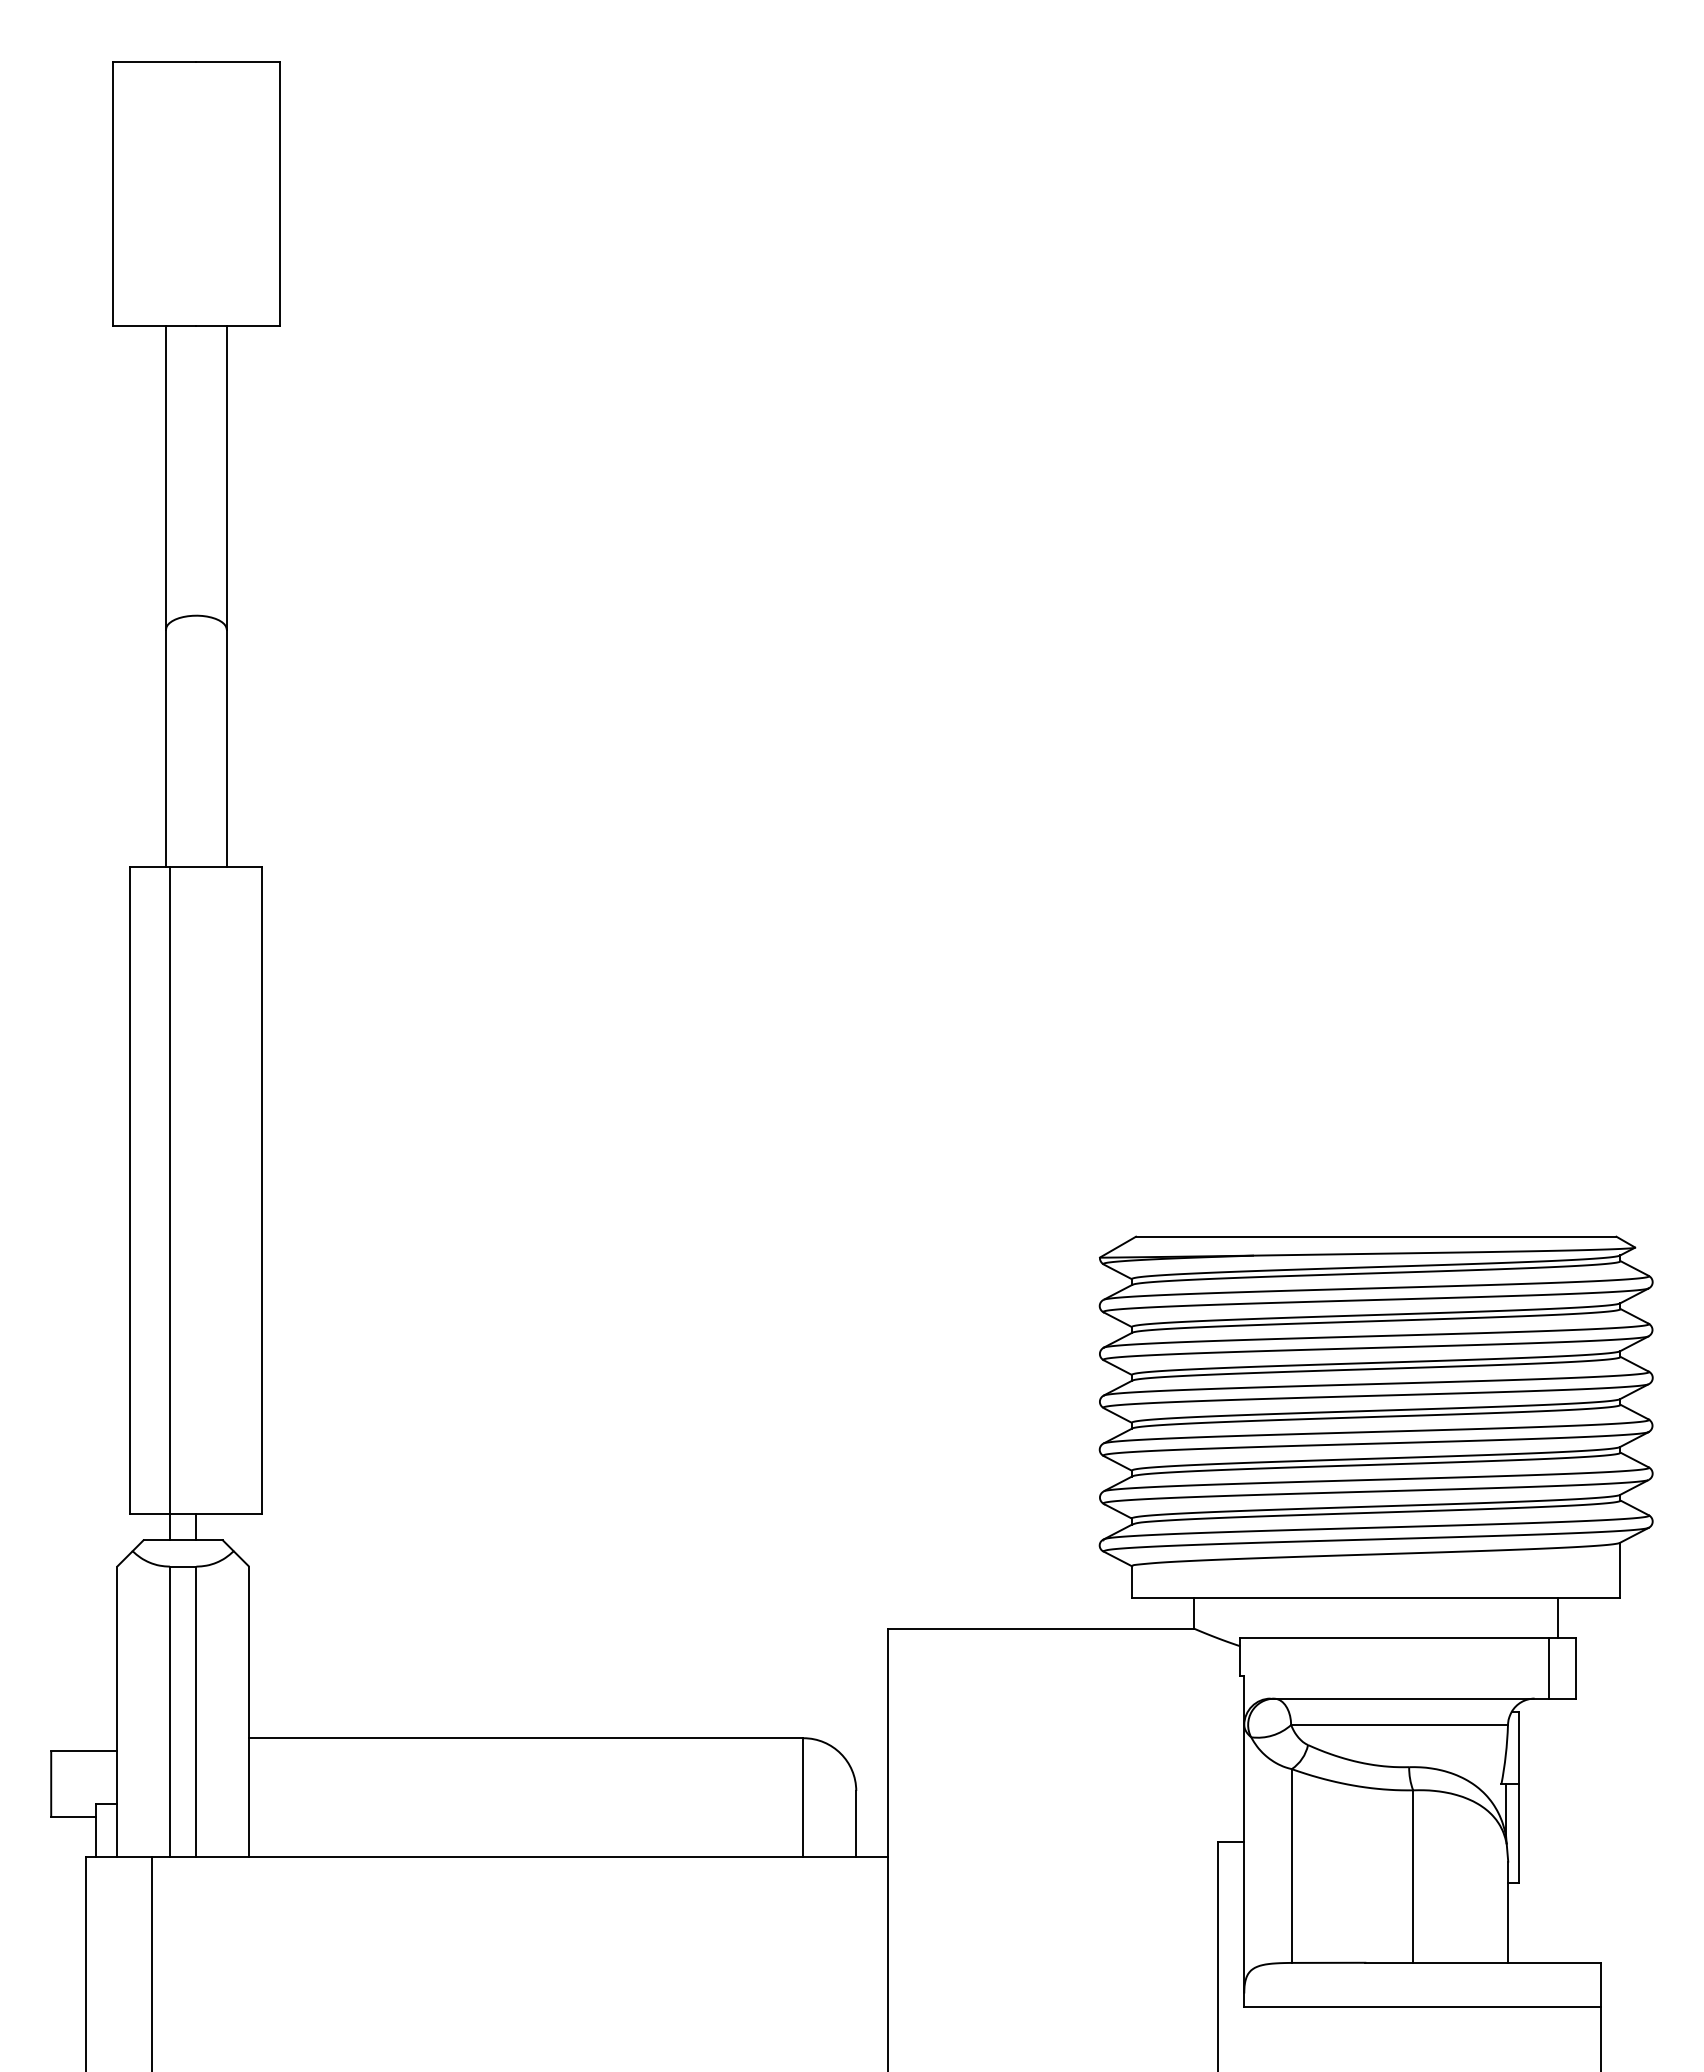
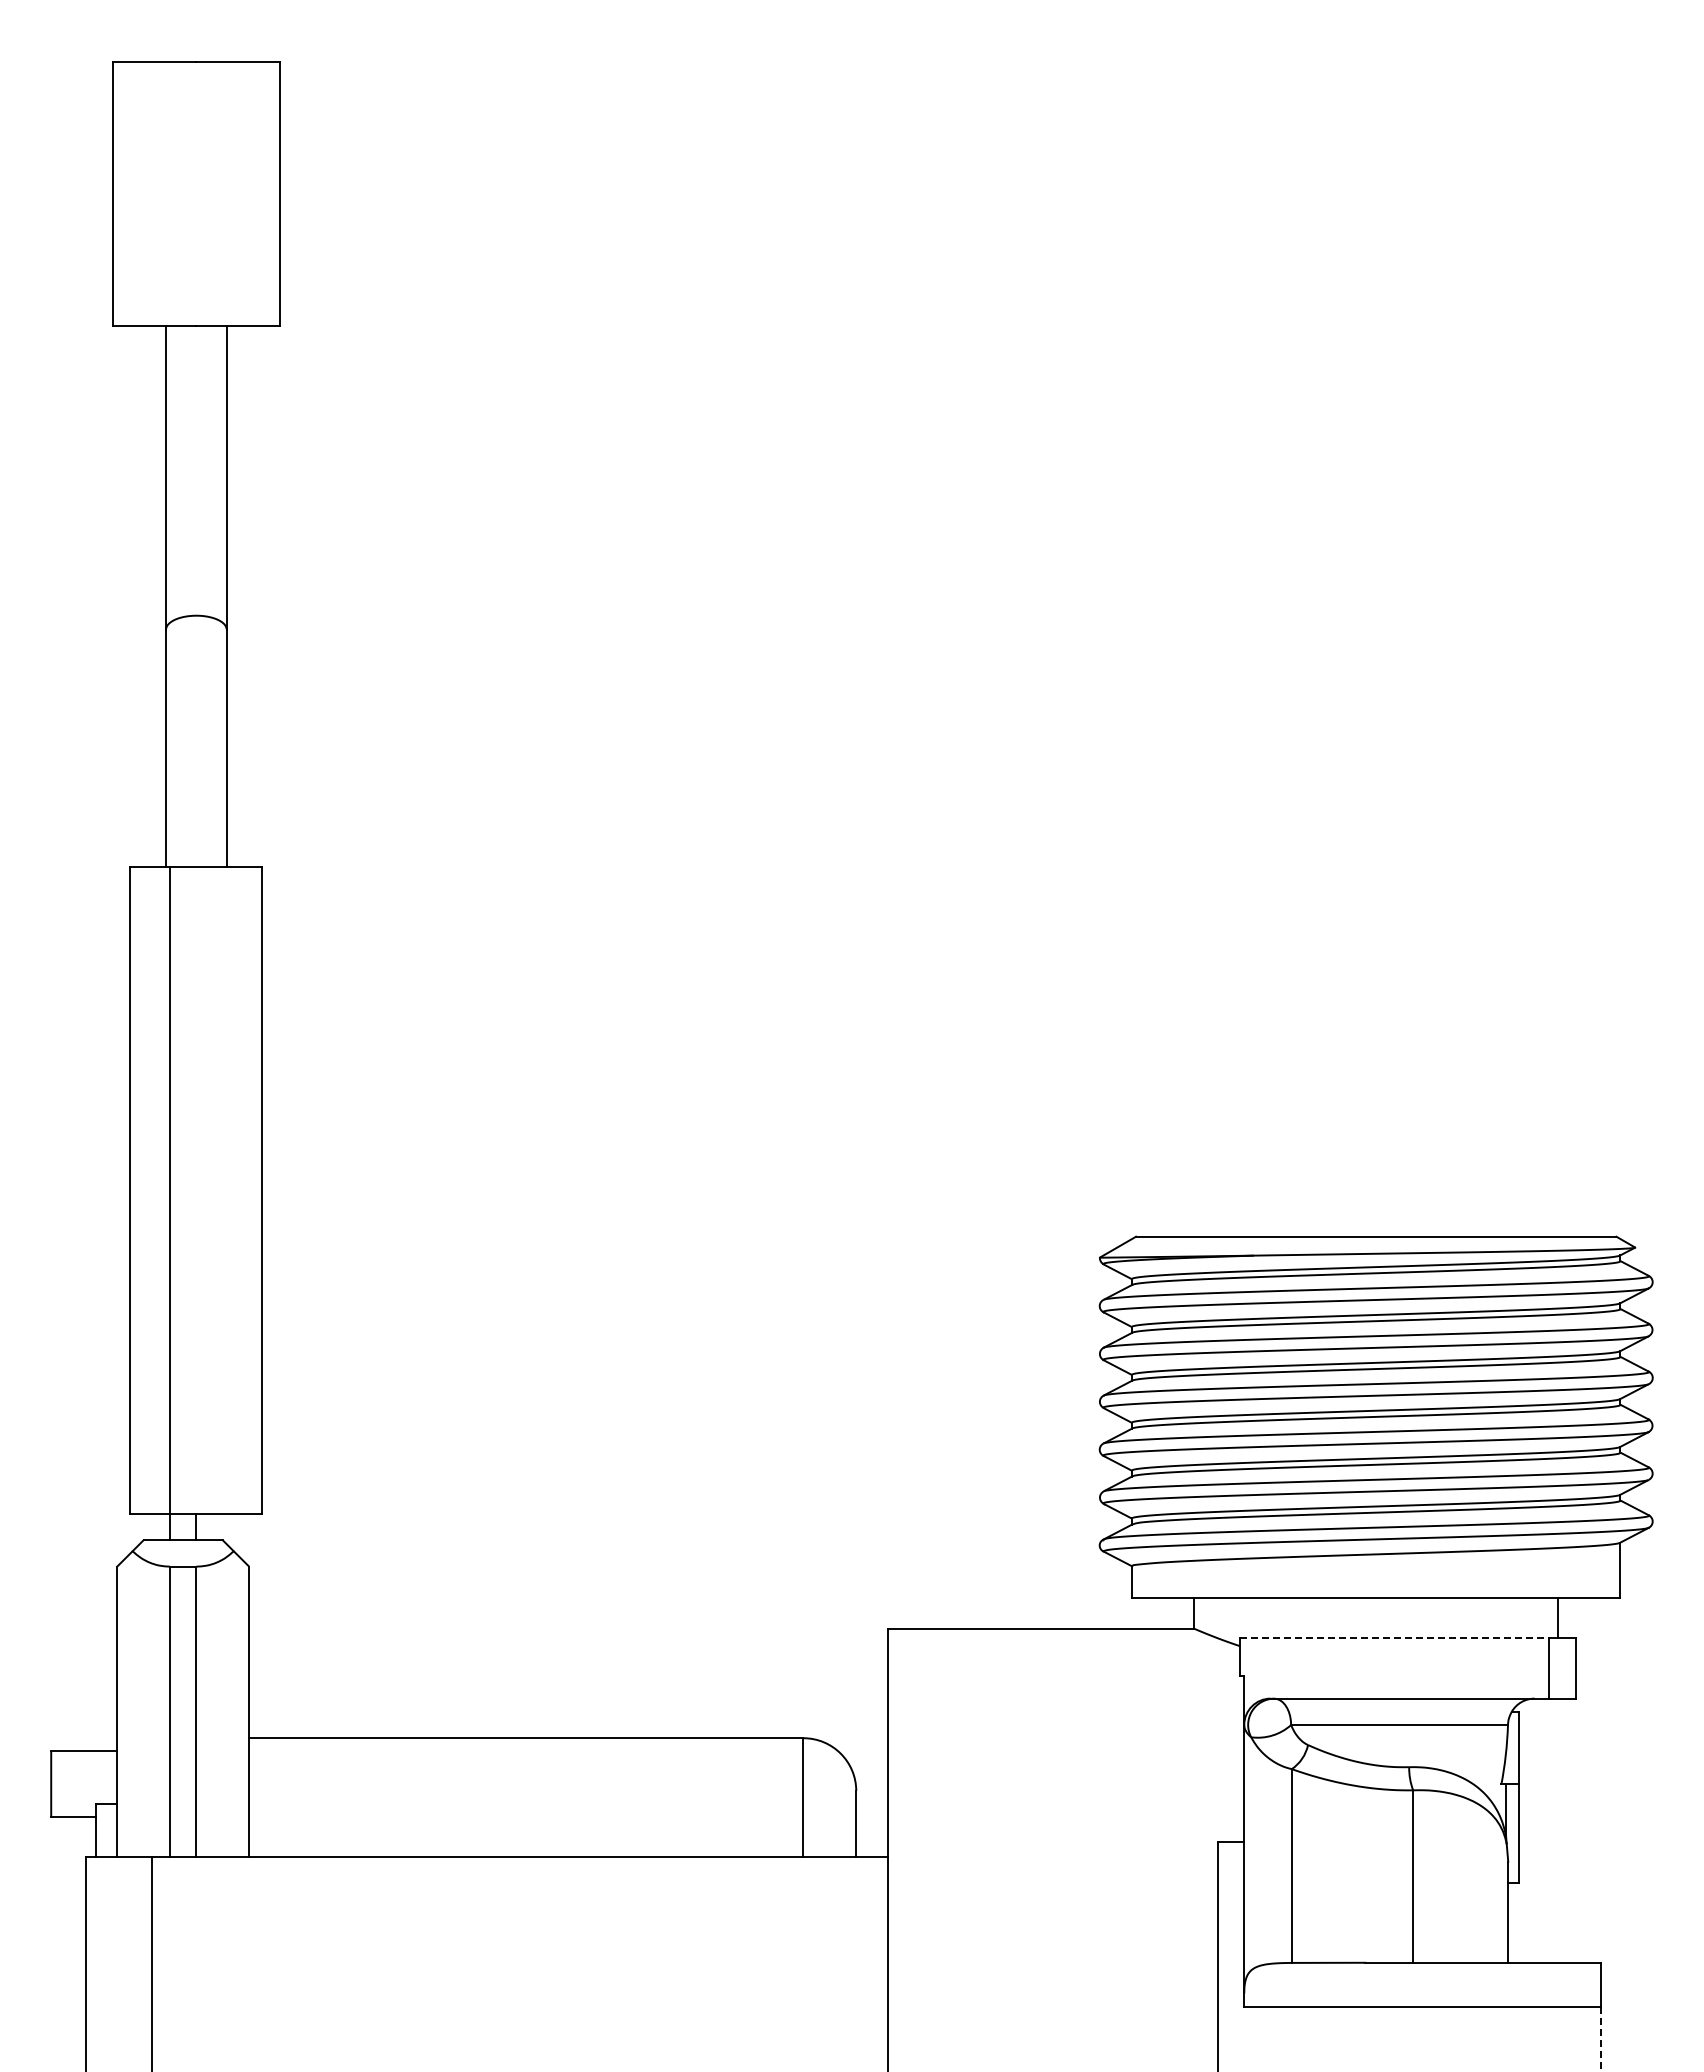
line at (1395, 1637): solid -> dashed
line at (1600, 2040): solid -> dashed
